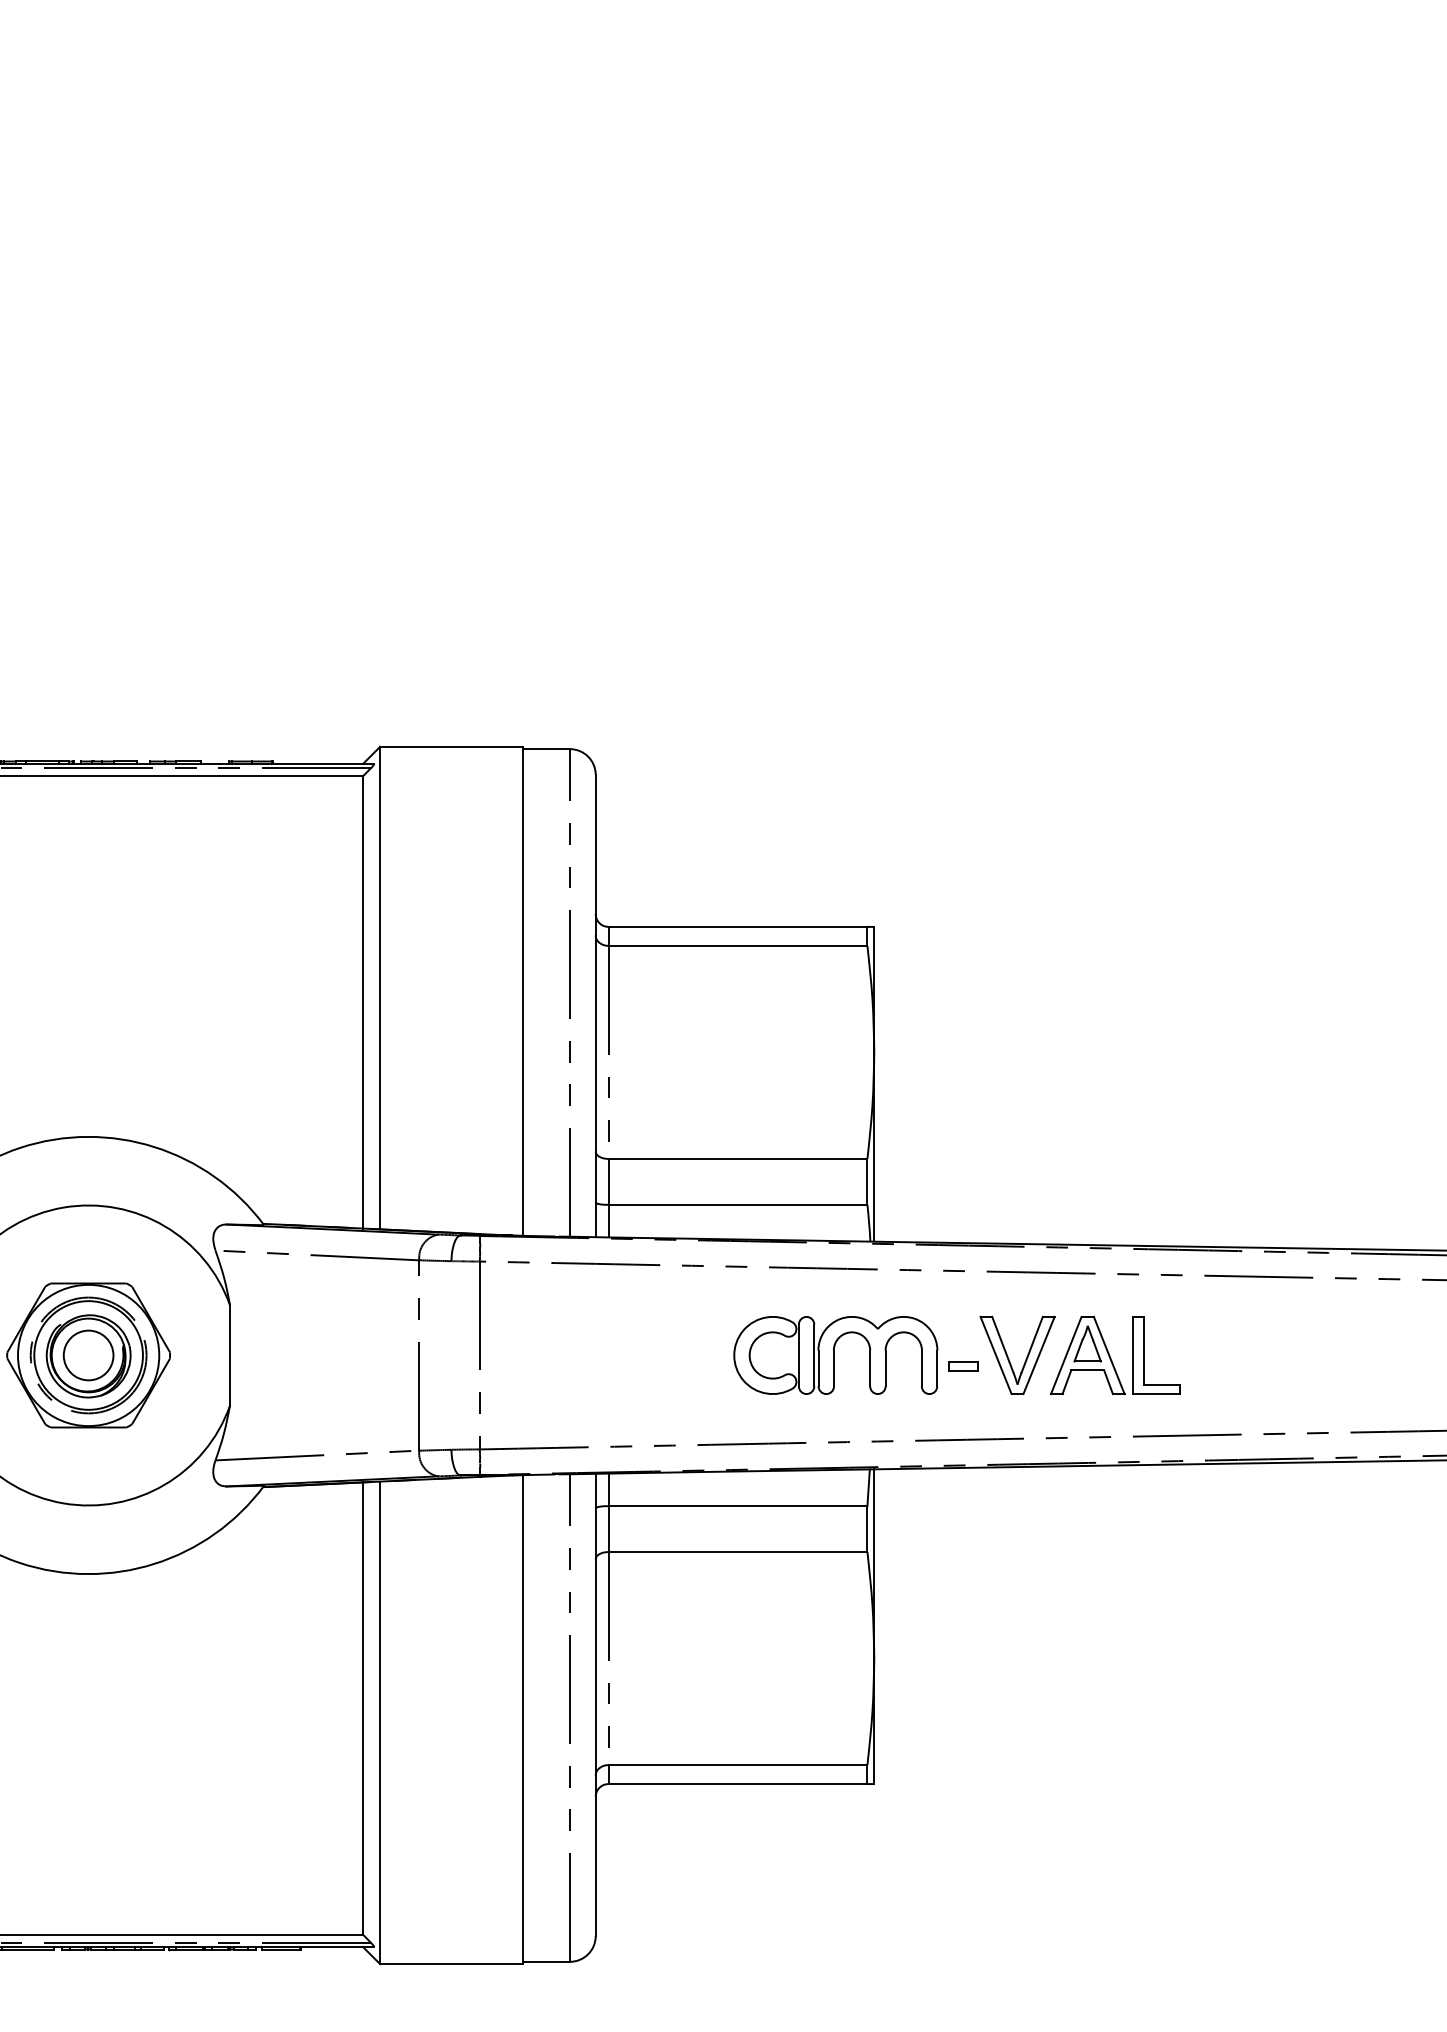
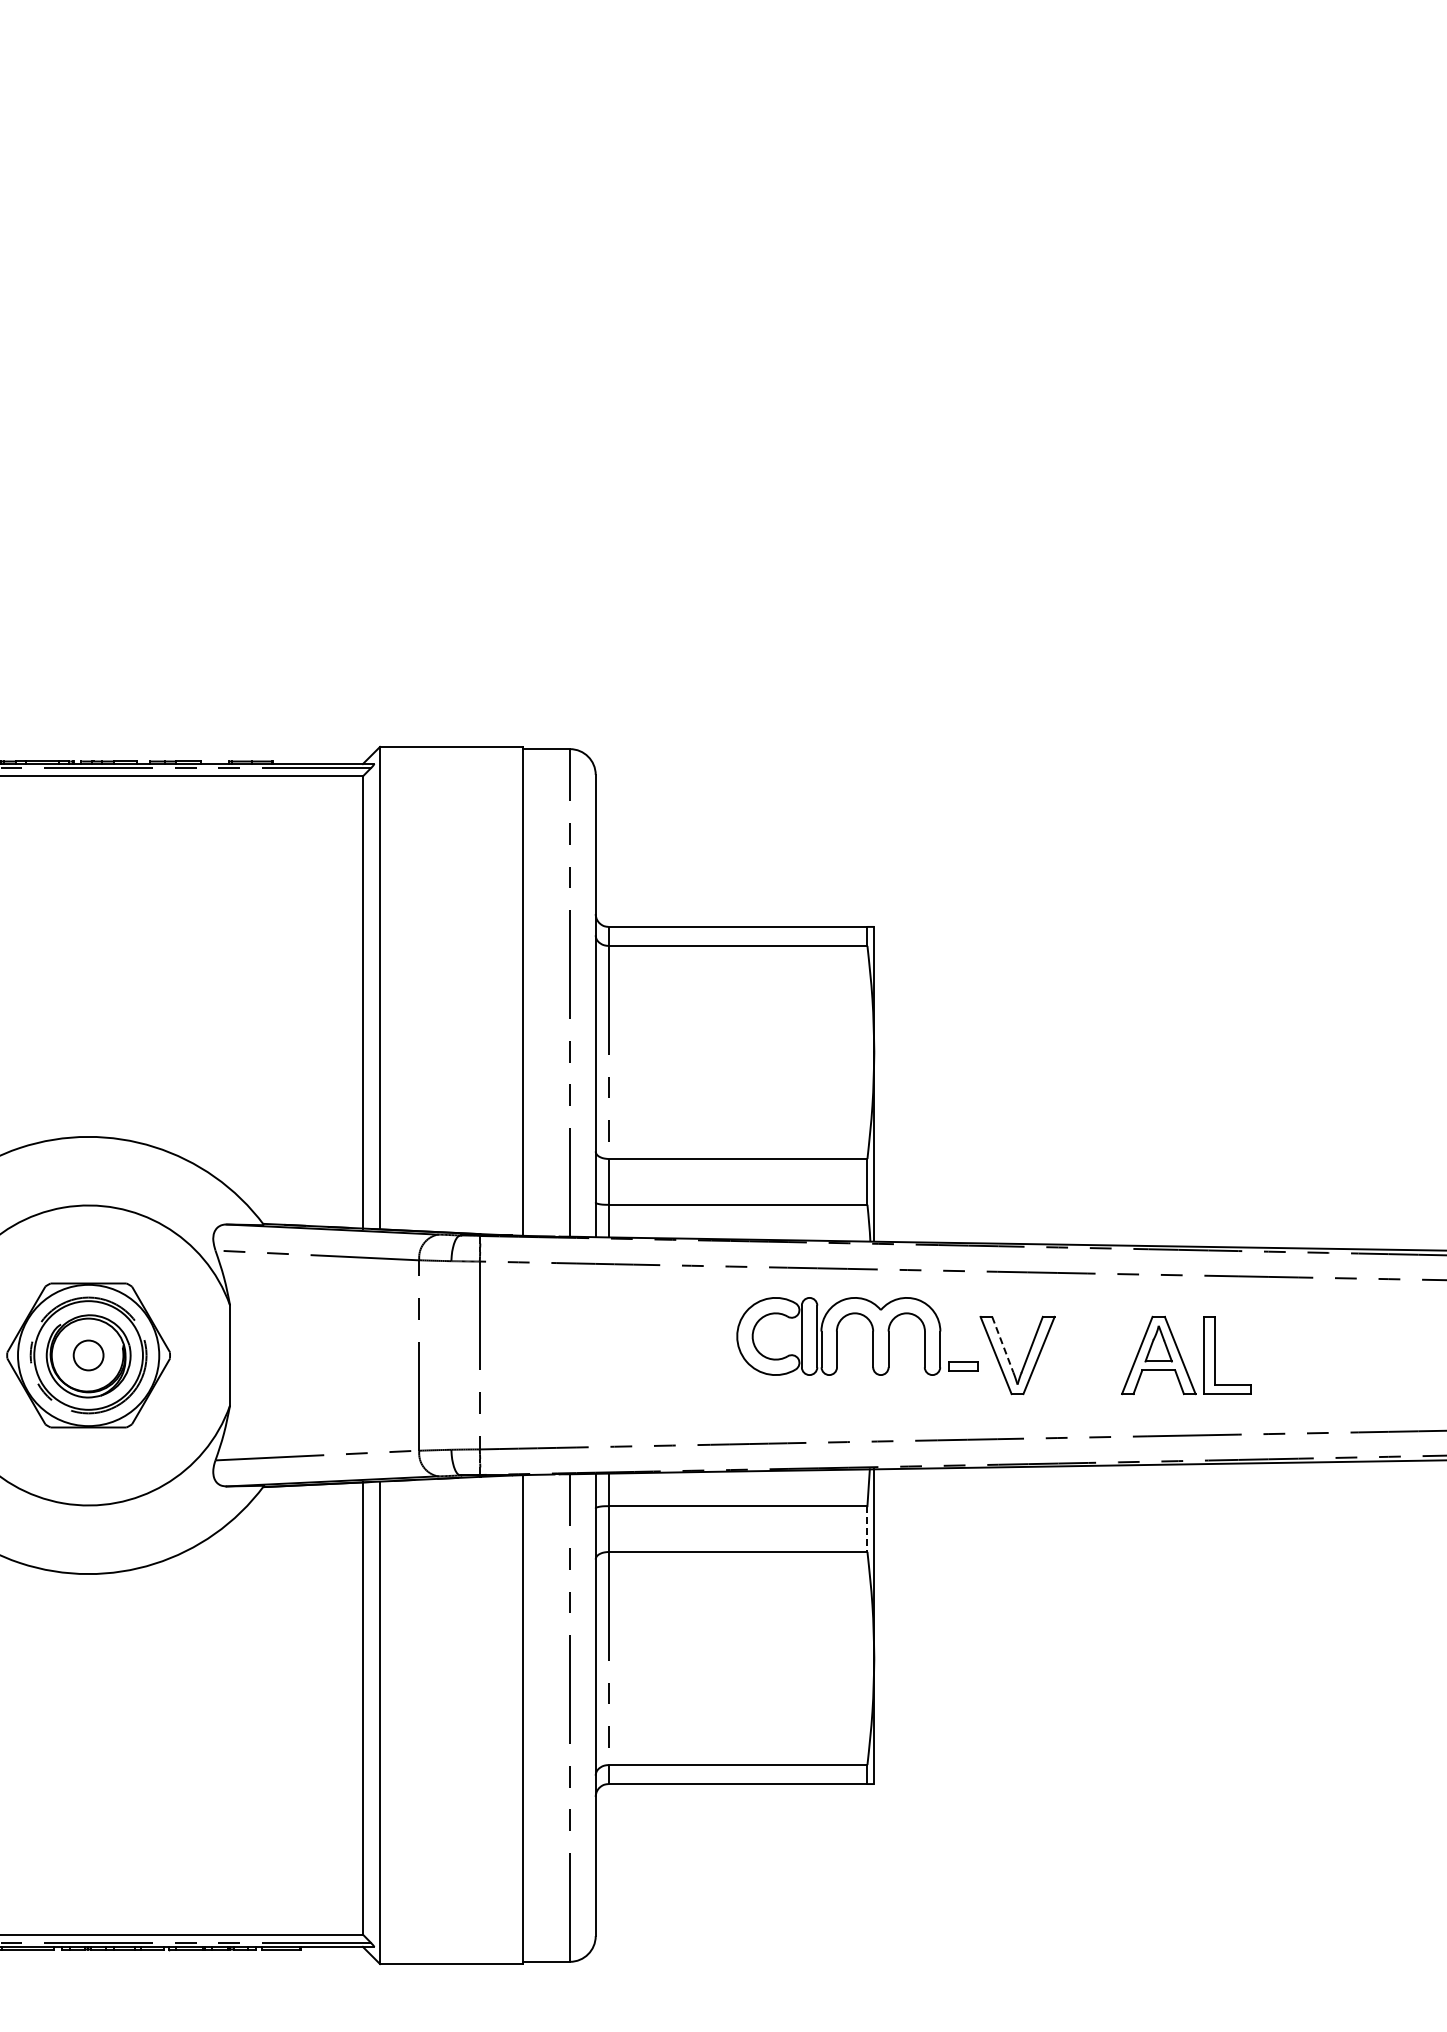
line at (1002, 1344): solid -> dashed
circle at (88, 1355) diameter: 50 px -> 30 px
part at (835, 1355) position: (835, 1355) -> (838, 1336)
part at (1115, 1355) position: (1115, 1355) -> (1186, 1355)
line at (867, 1529): solid -> dashed
